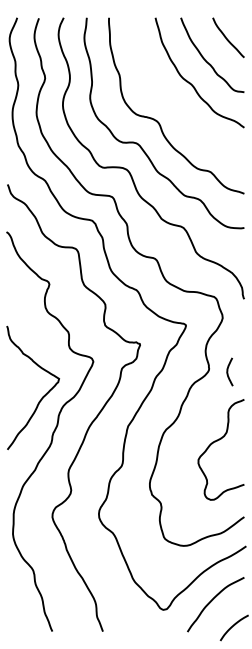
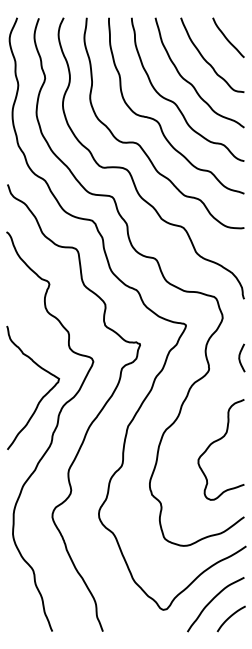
curve at (175, 102): none -> present
curve at (228, 371) position: (228, 371) -> (240, 357)
curve at (233, 626) position: (233, 626) -> (230, 617)
